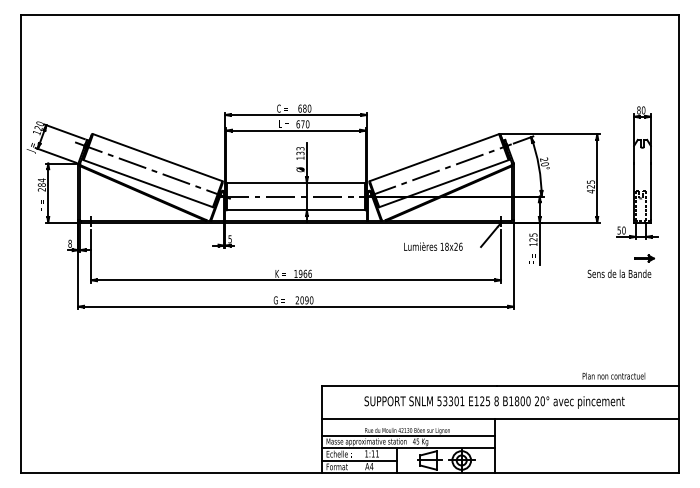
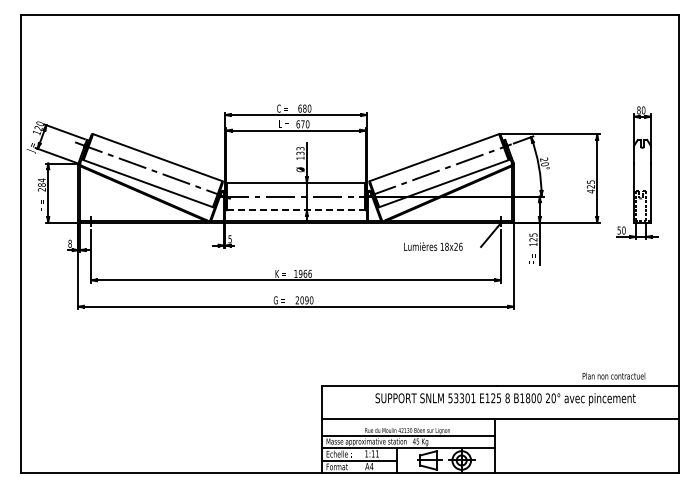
line at (296, 210): solid -> dashed
part at (620, 265): present -> none
text at (494, 402) position: (494, 402) -> (505, 399)
